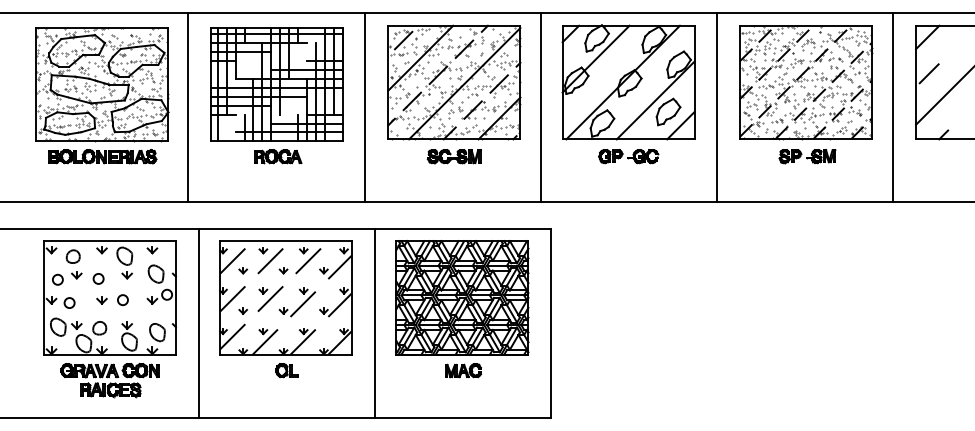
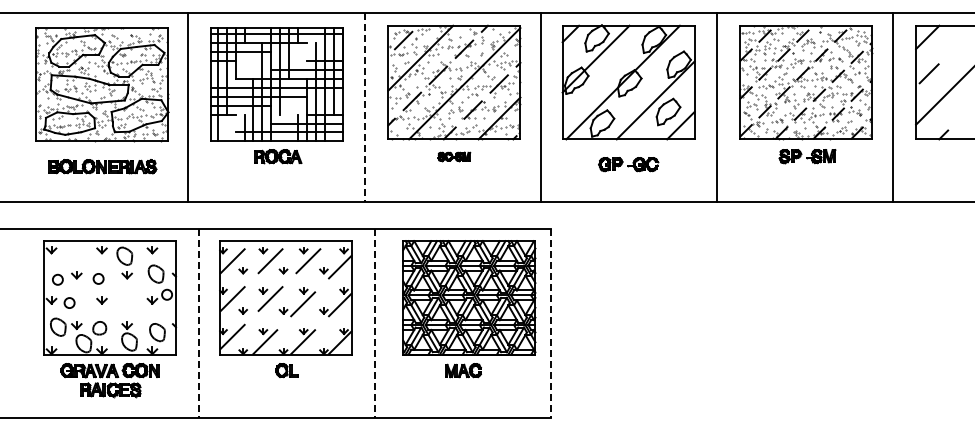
line at (364, 107): solid -> dashed
part at (102, 156) position: (102, 156) -> (102, 166)
part at (453, 156) size: 56x16 px -> 35x12 px
part at (628, 156) position: (628, 156) -> (628, 164)
part at (72, 256): present -> none
part at (462, 297) position: (462, 297) -> (469, 297)
circle at (122, 299): present -> none
line at (198, 323): solid -> dashed
line at (375, 323): solid -> dashed
line at (551, 323): solid -> dashed
